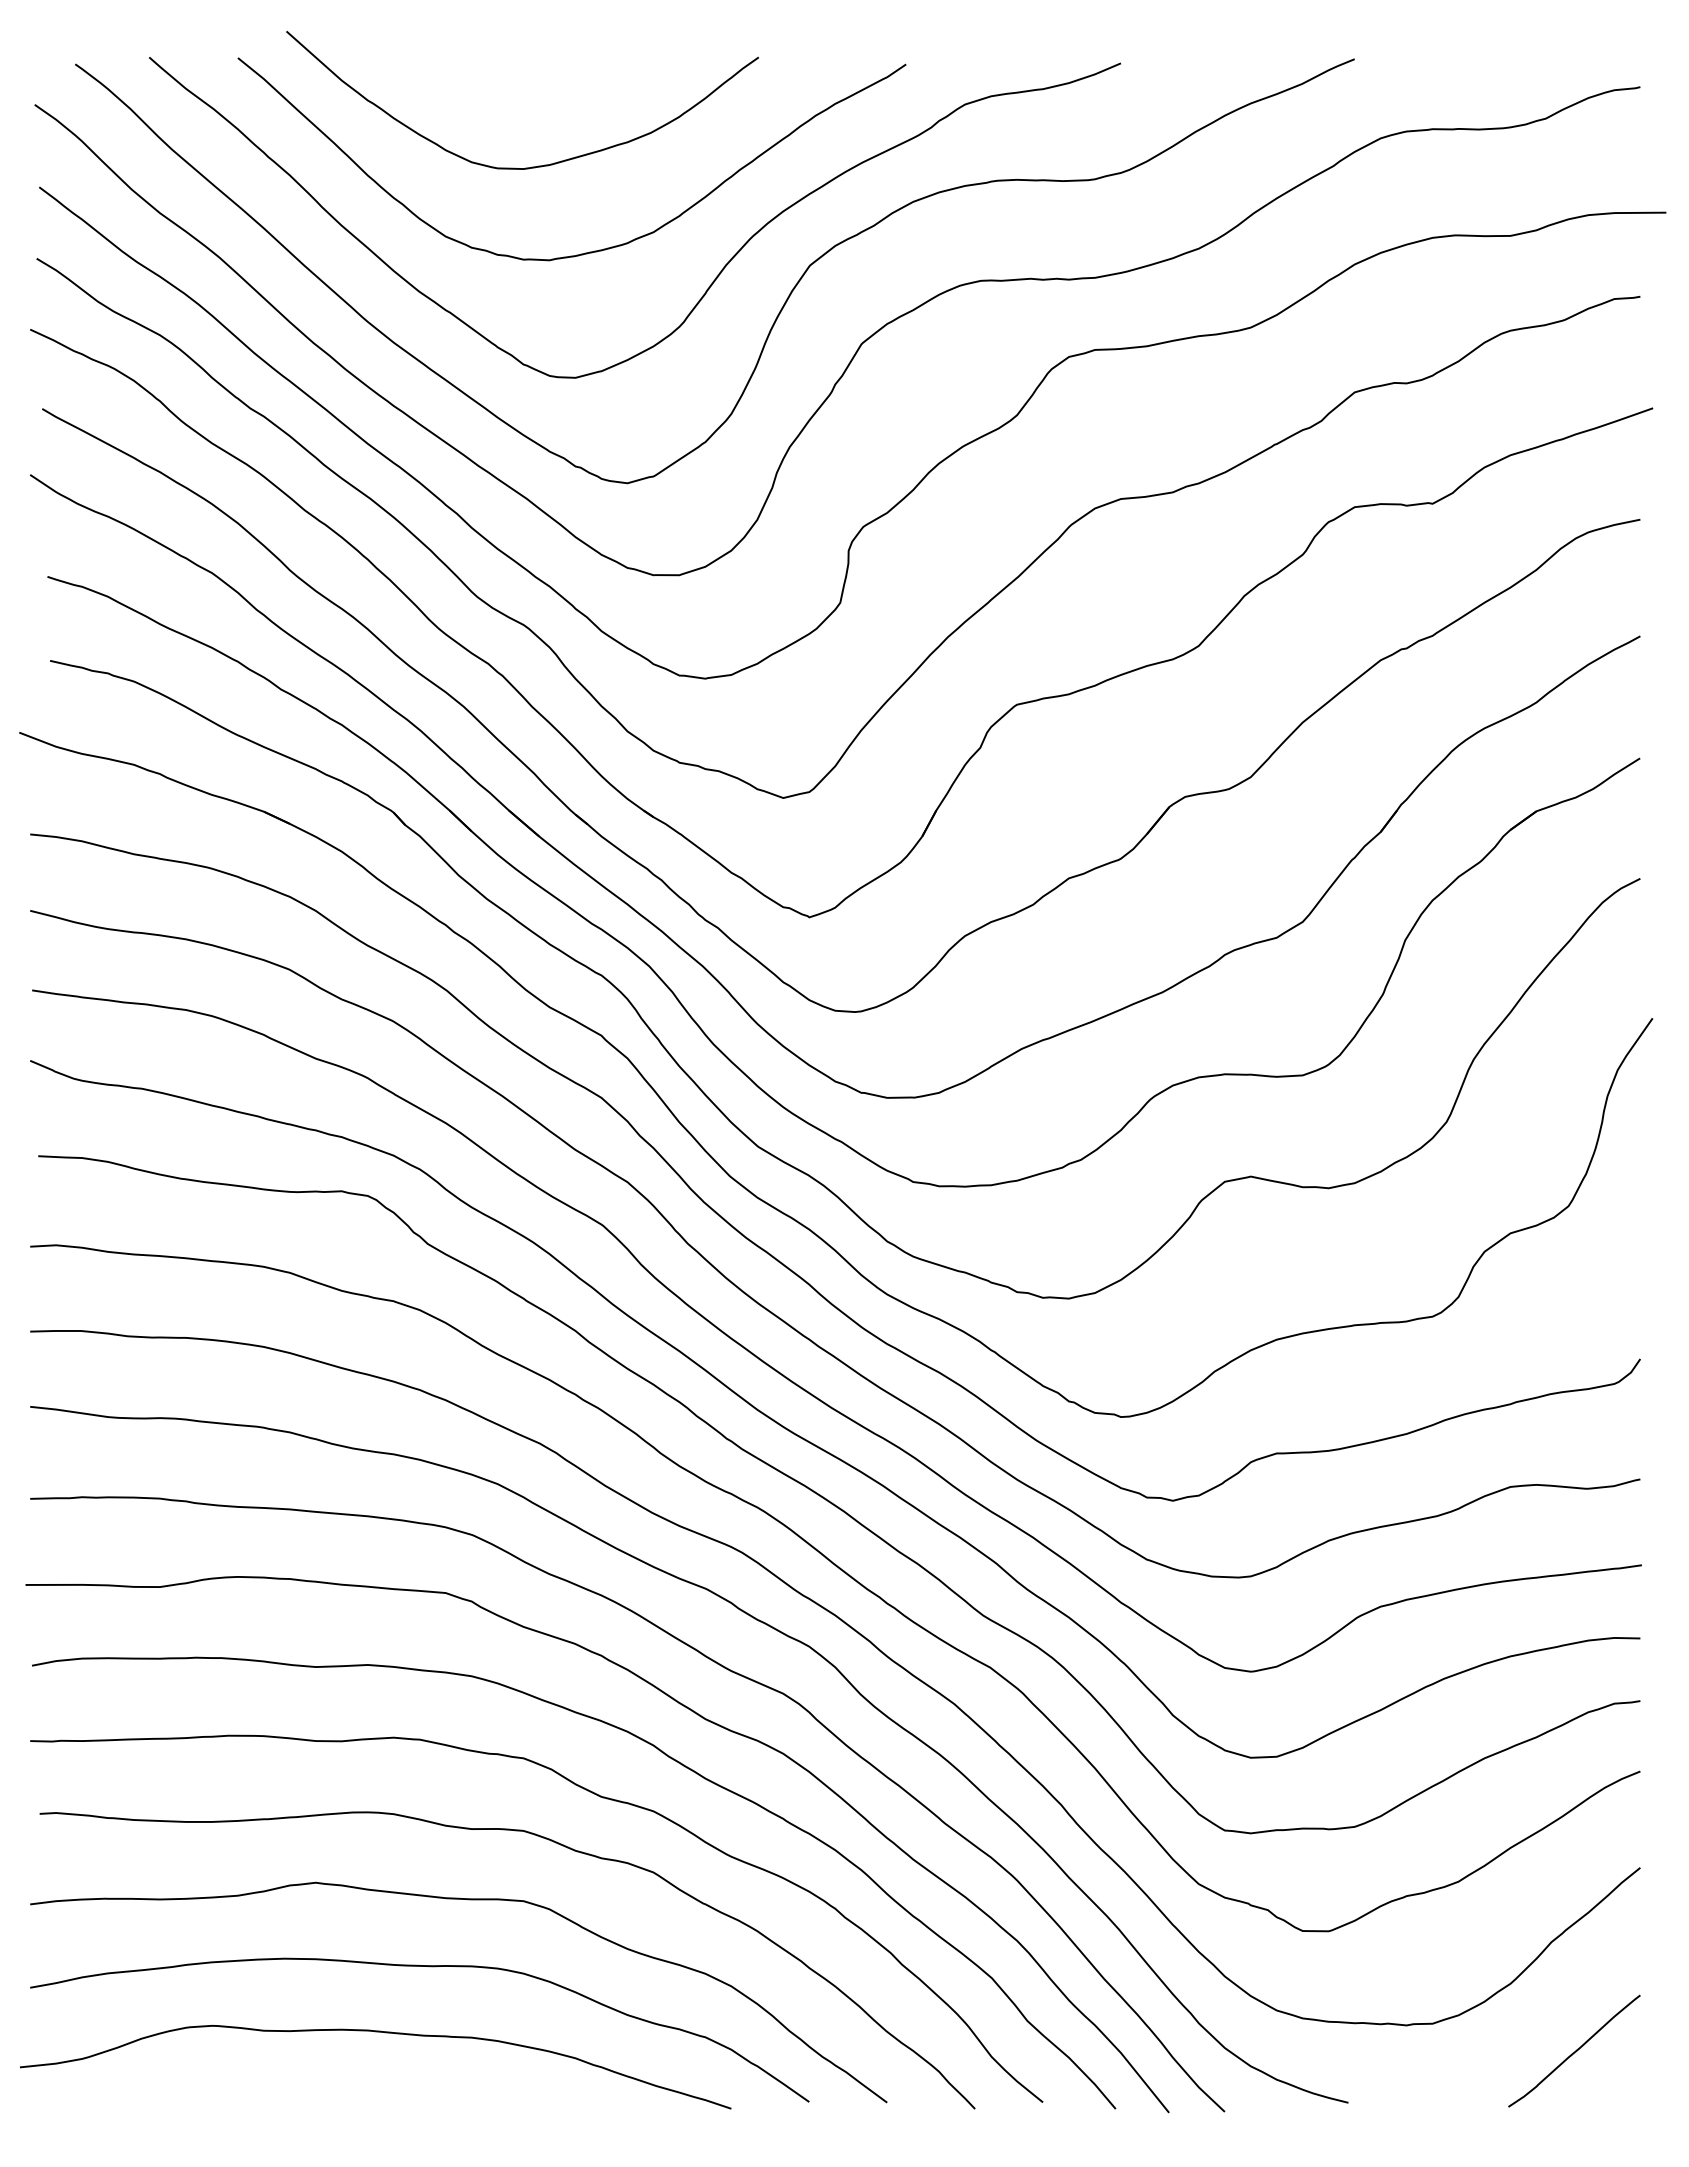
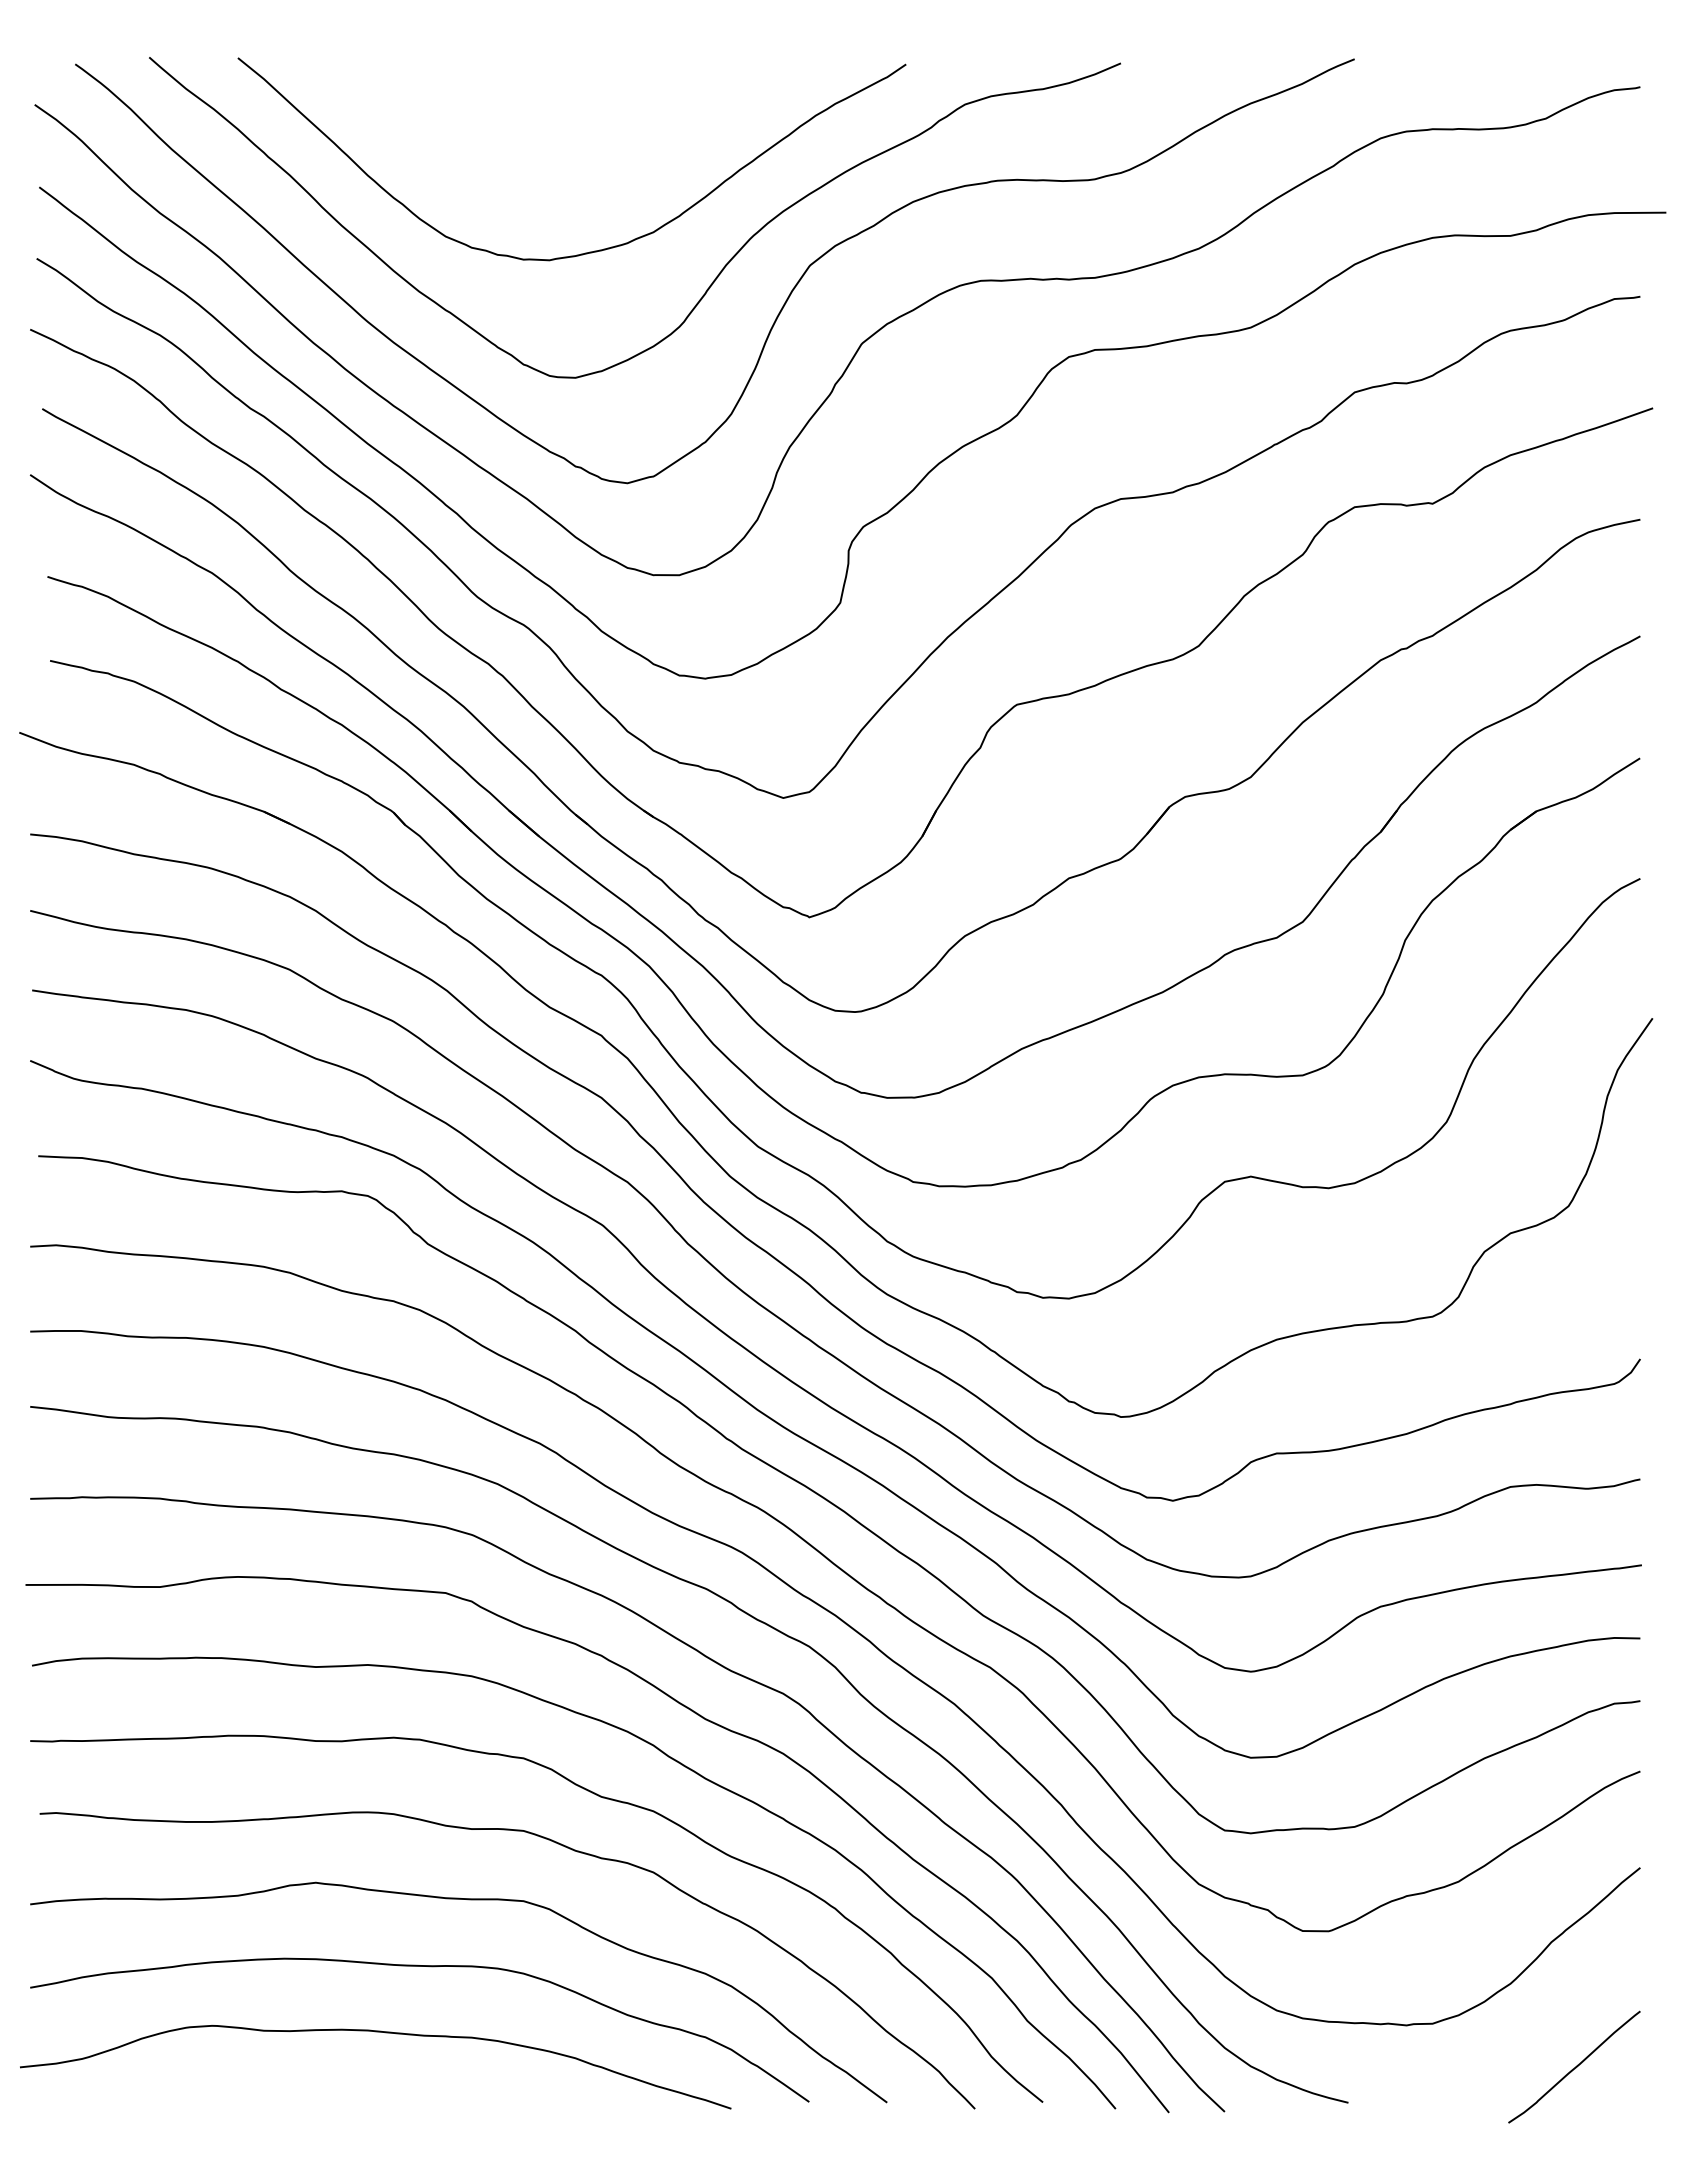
curve at (531, 166): present -> none
curve at (1575, 2050) position: (1575, 2050) -> (1575, 2066)
